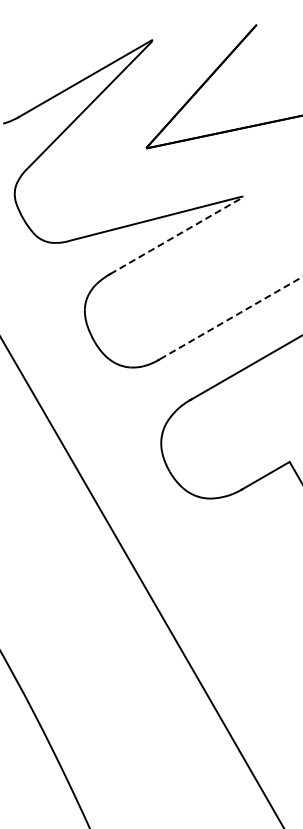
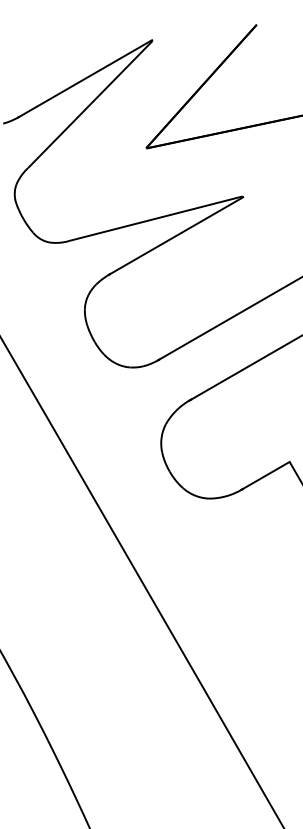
line at (176, 235): dashed -> solid
line at (231, 318): dashed -> solid
